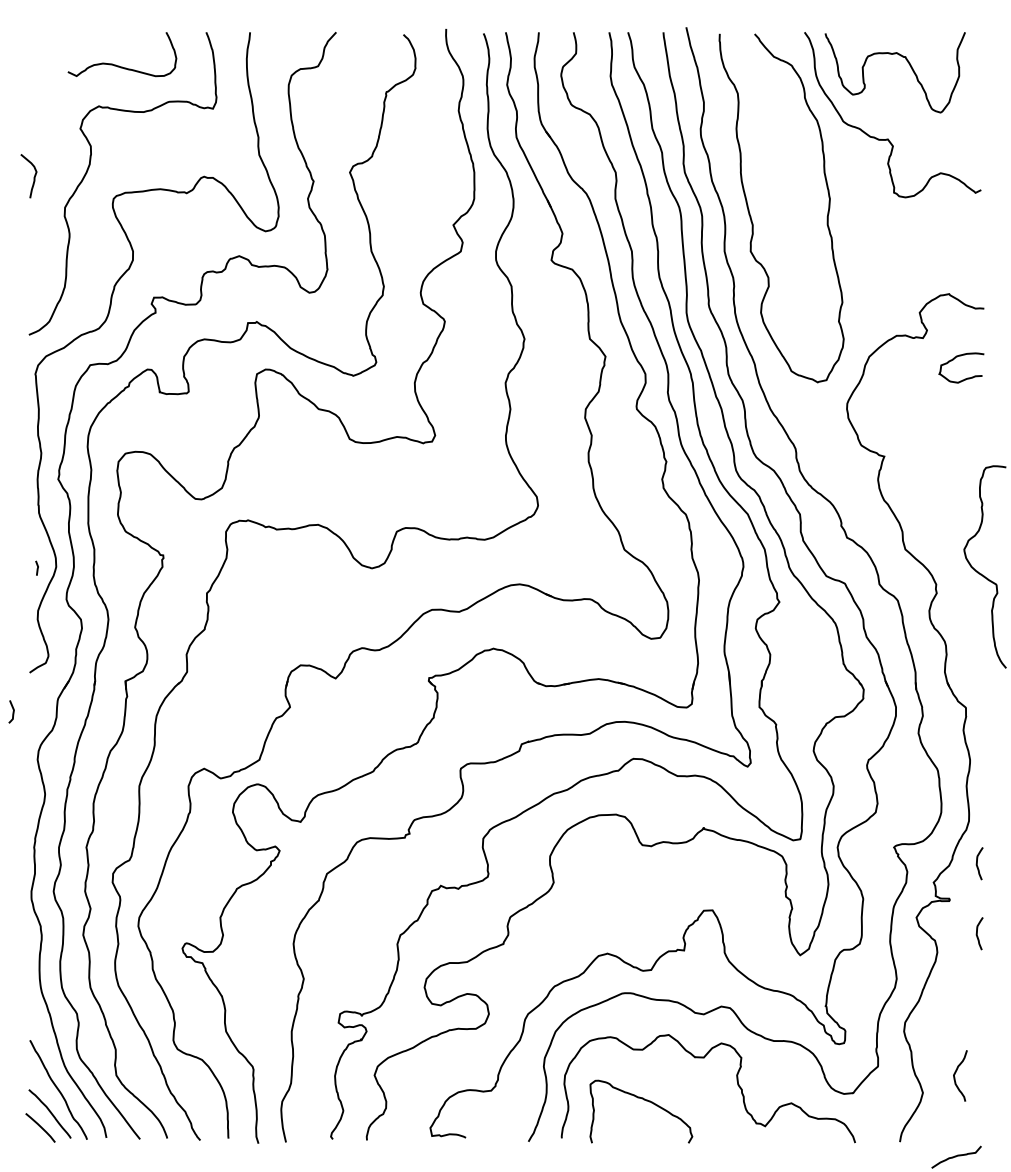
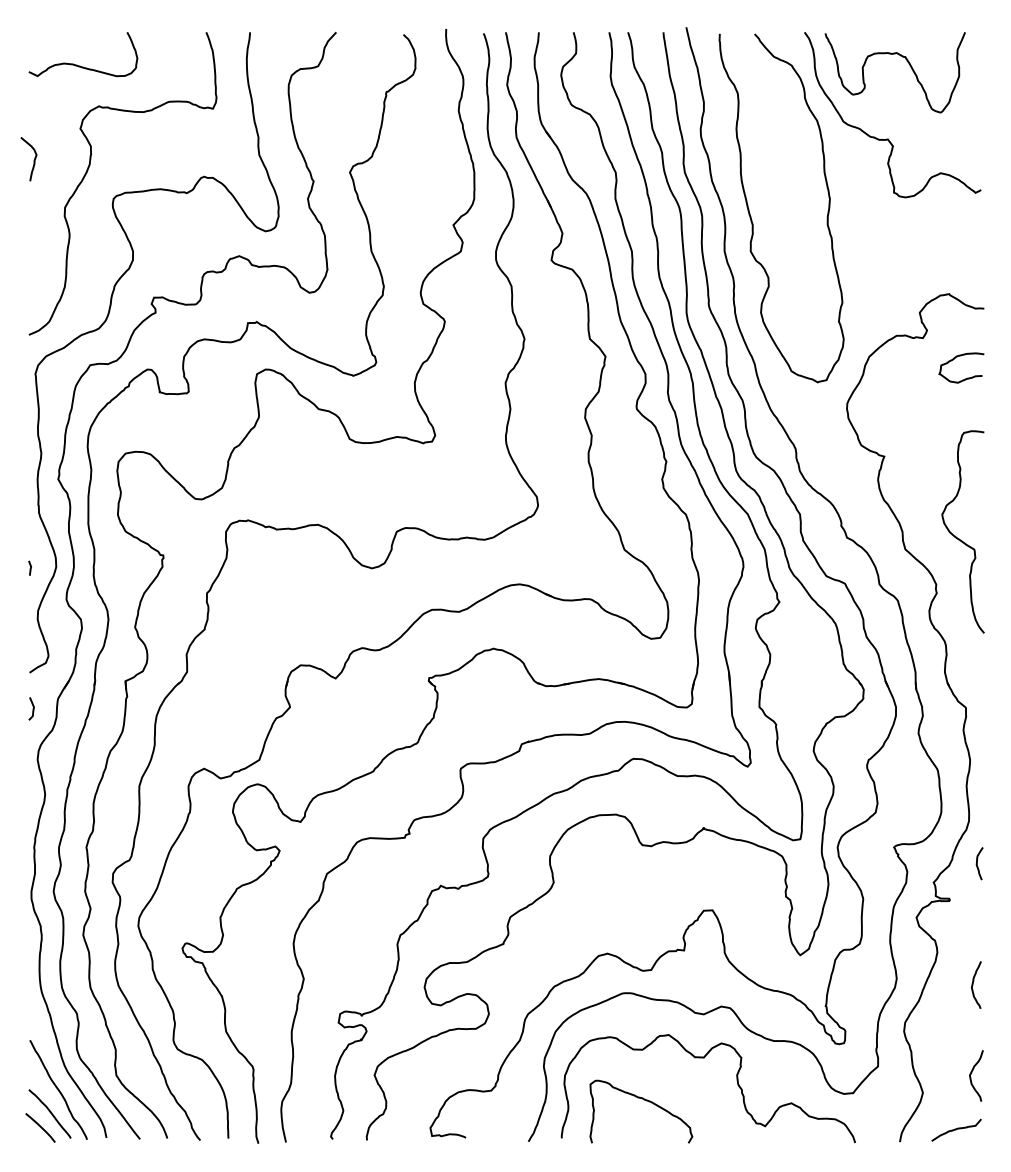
curve at (119, 65) position: (119, 65) -> (80, 65)
curve at (33, 177) position: (33, 177) -> (33, 160)
line at (37, 567) position: (37, 567) -> (30, 567)
curve at (981, 573) position: (981, 573) -> (959, 538)
curve at (12, 711) position: (12, 711) -> (32, 708)
curve at (977, 933): present -> none
curve at (973, 984): none -> present
curve at (956, 1072) position: (956, 1072) -> (972, 1072)
curve at (956, 1156) position: (956, 1156) -> (956, 1129)
